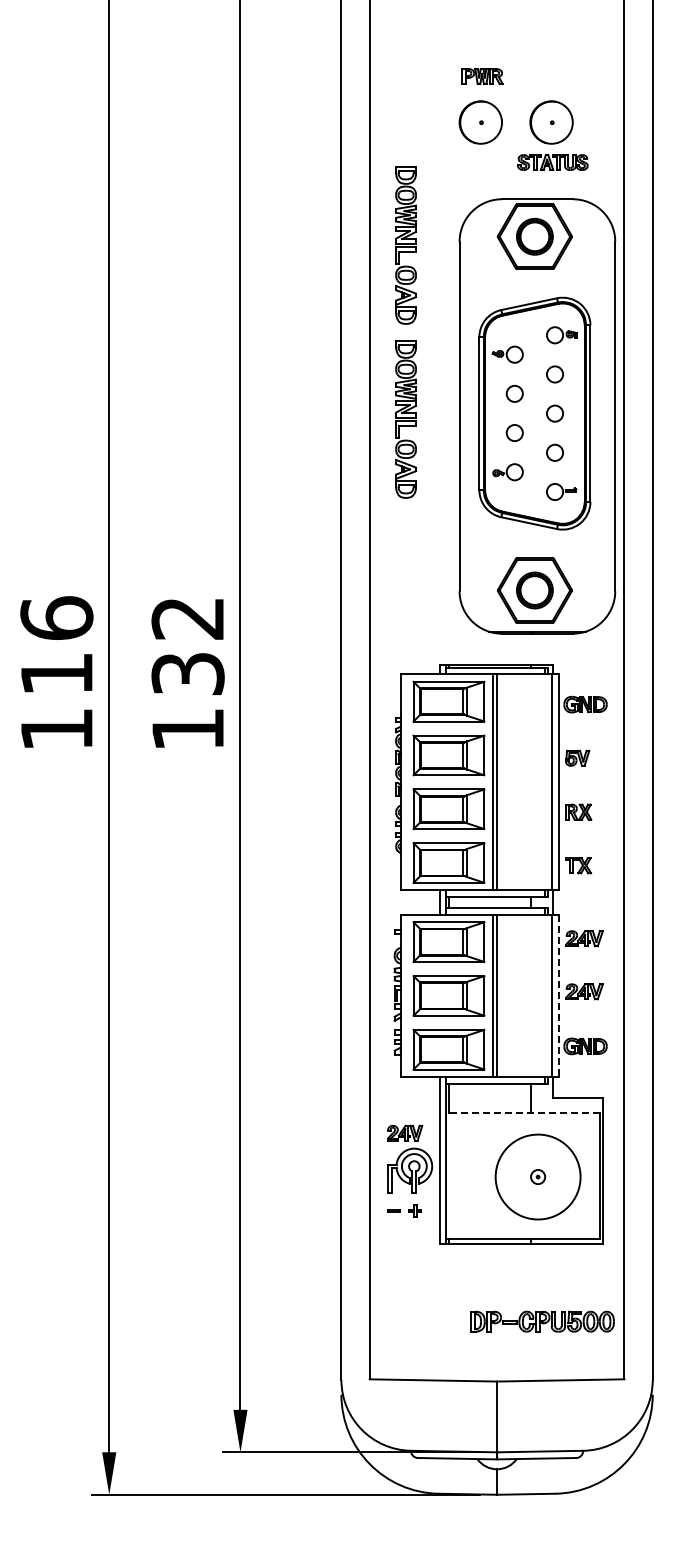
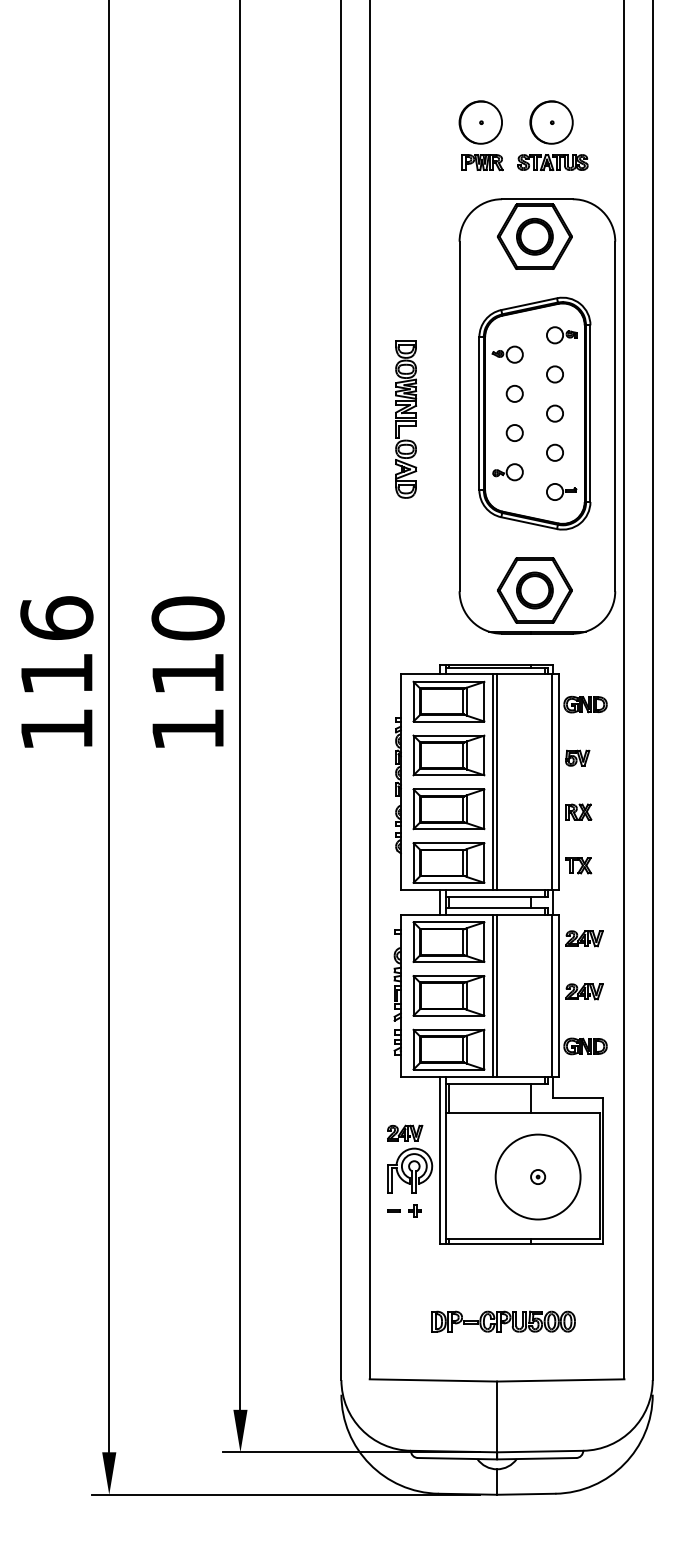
part at (482, 76) position: (482, 76) -> (482, 162)
part at (406, 245): present -> none
text at (187, 645): 132 -> 110
line at (559, 996): dashed -> solid
line at (522, 1113): dashed -> solid
part at (542, 1321) position: (542, 1321) -> (503, 1321)
